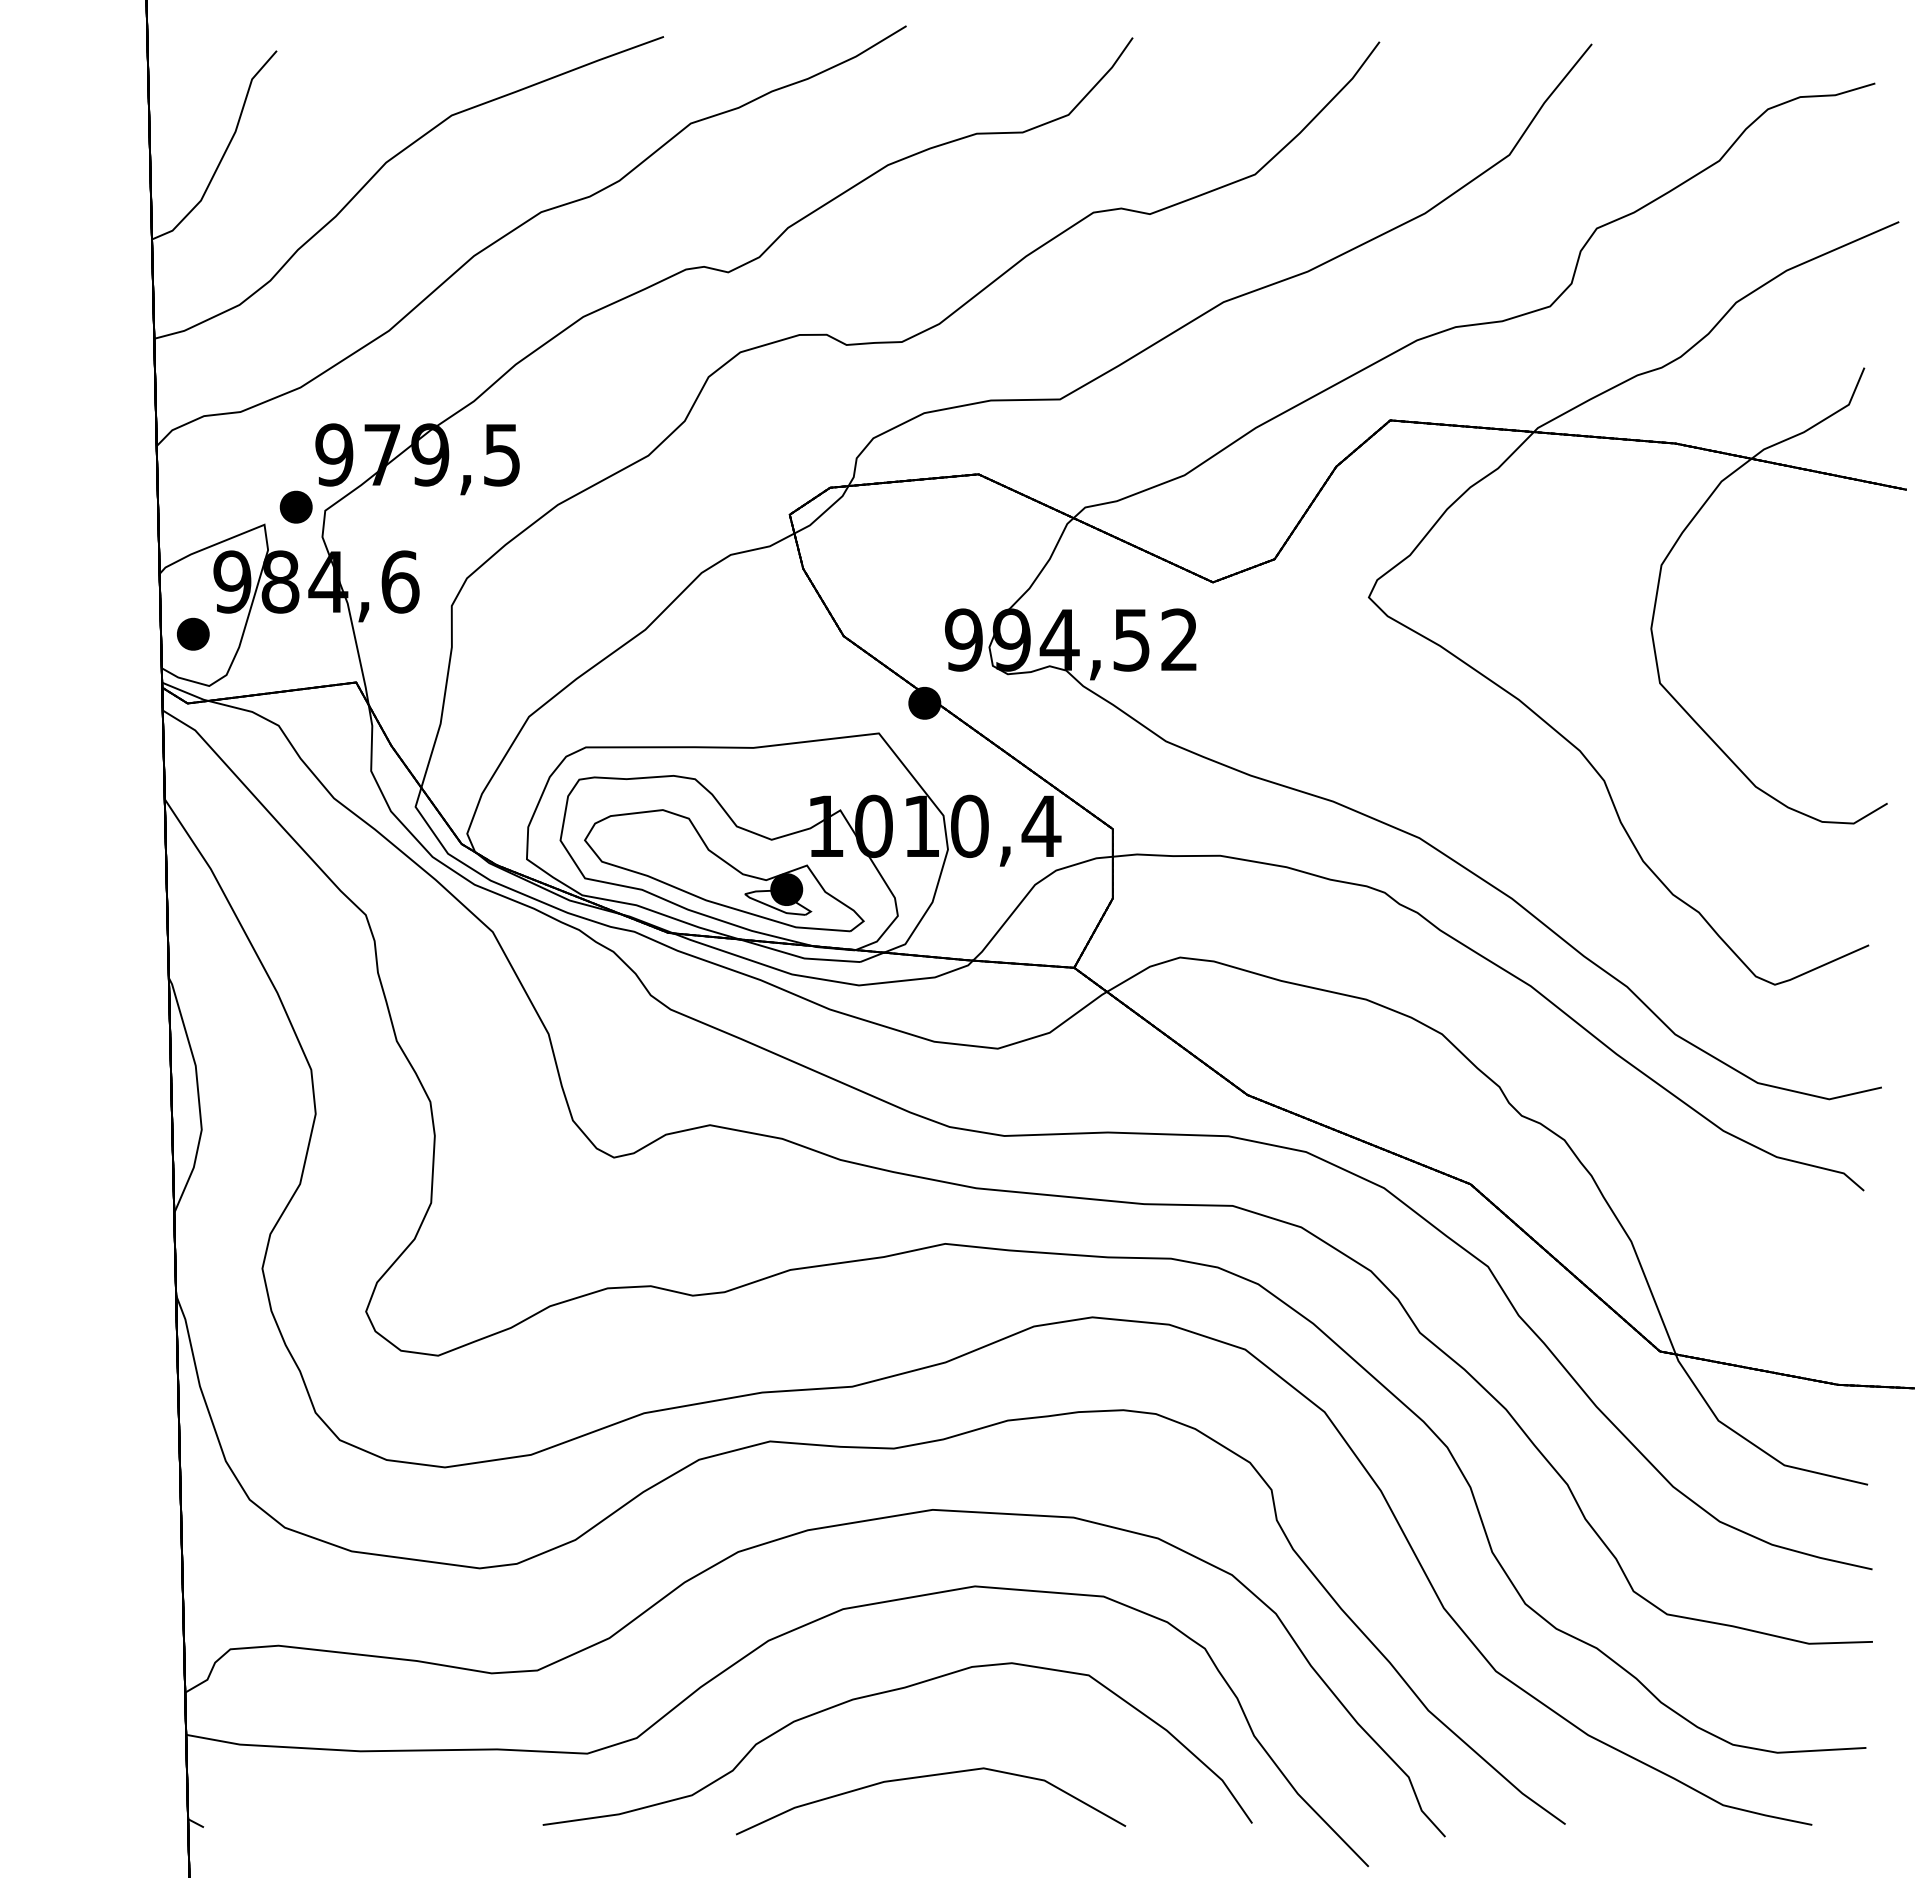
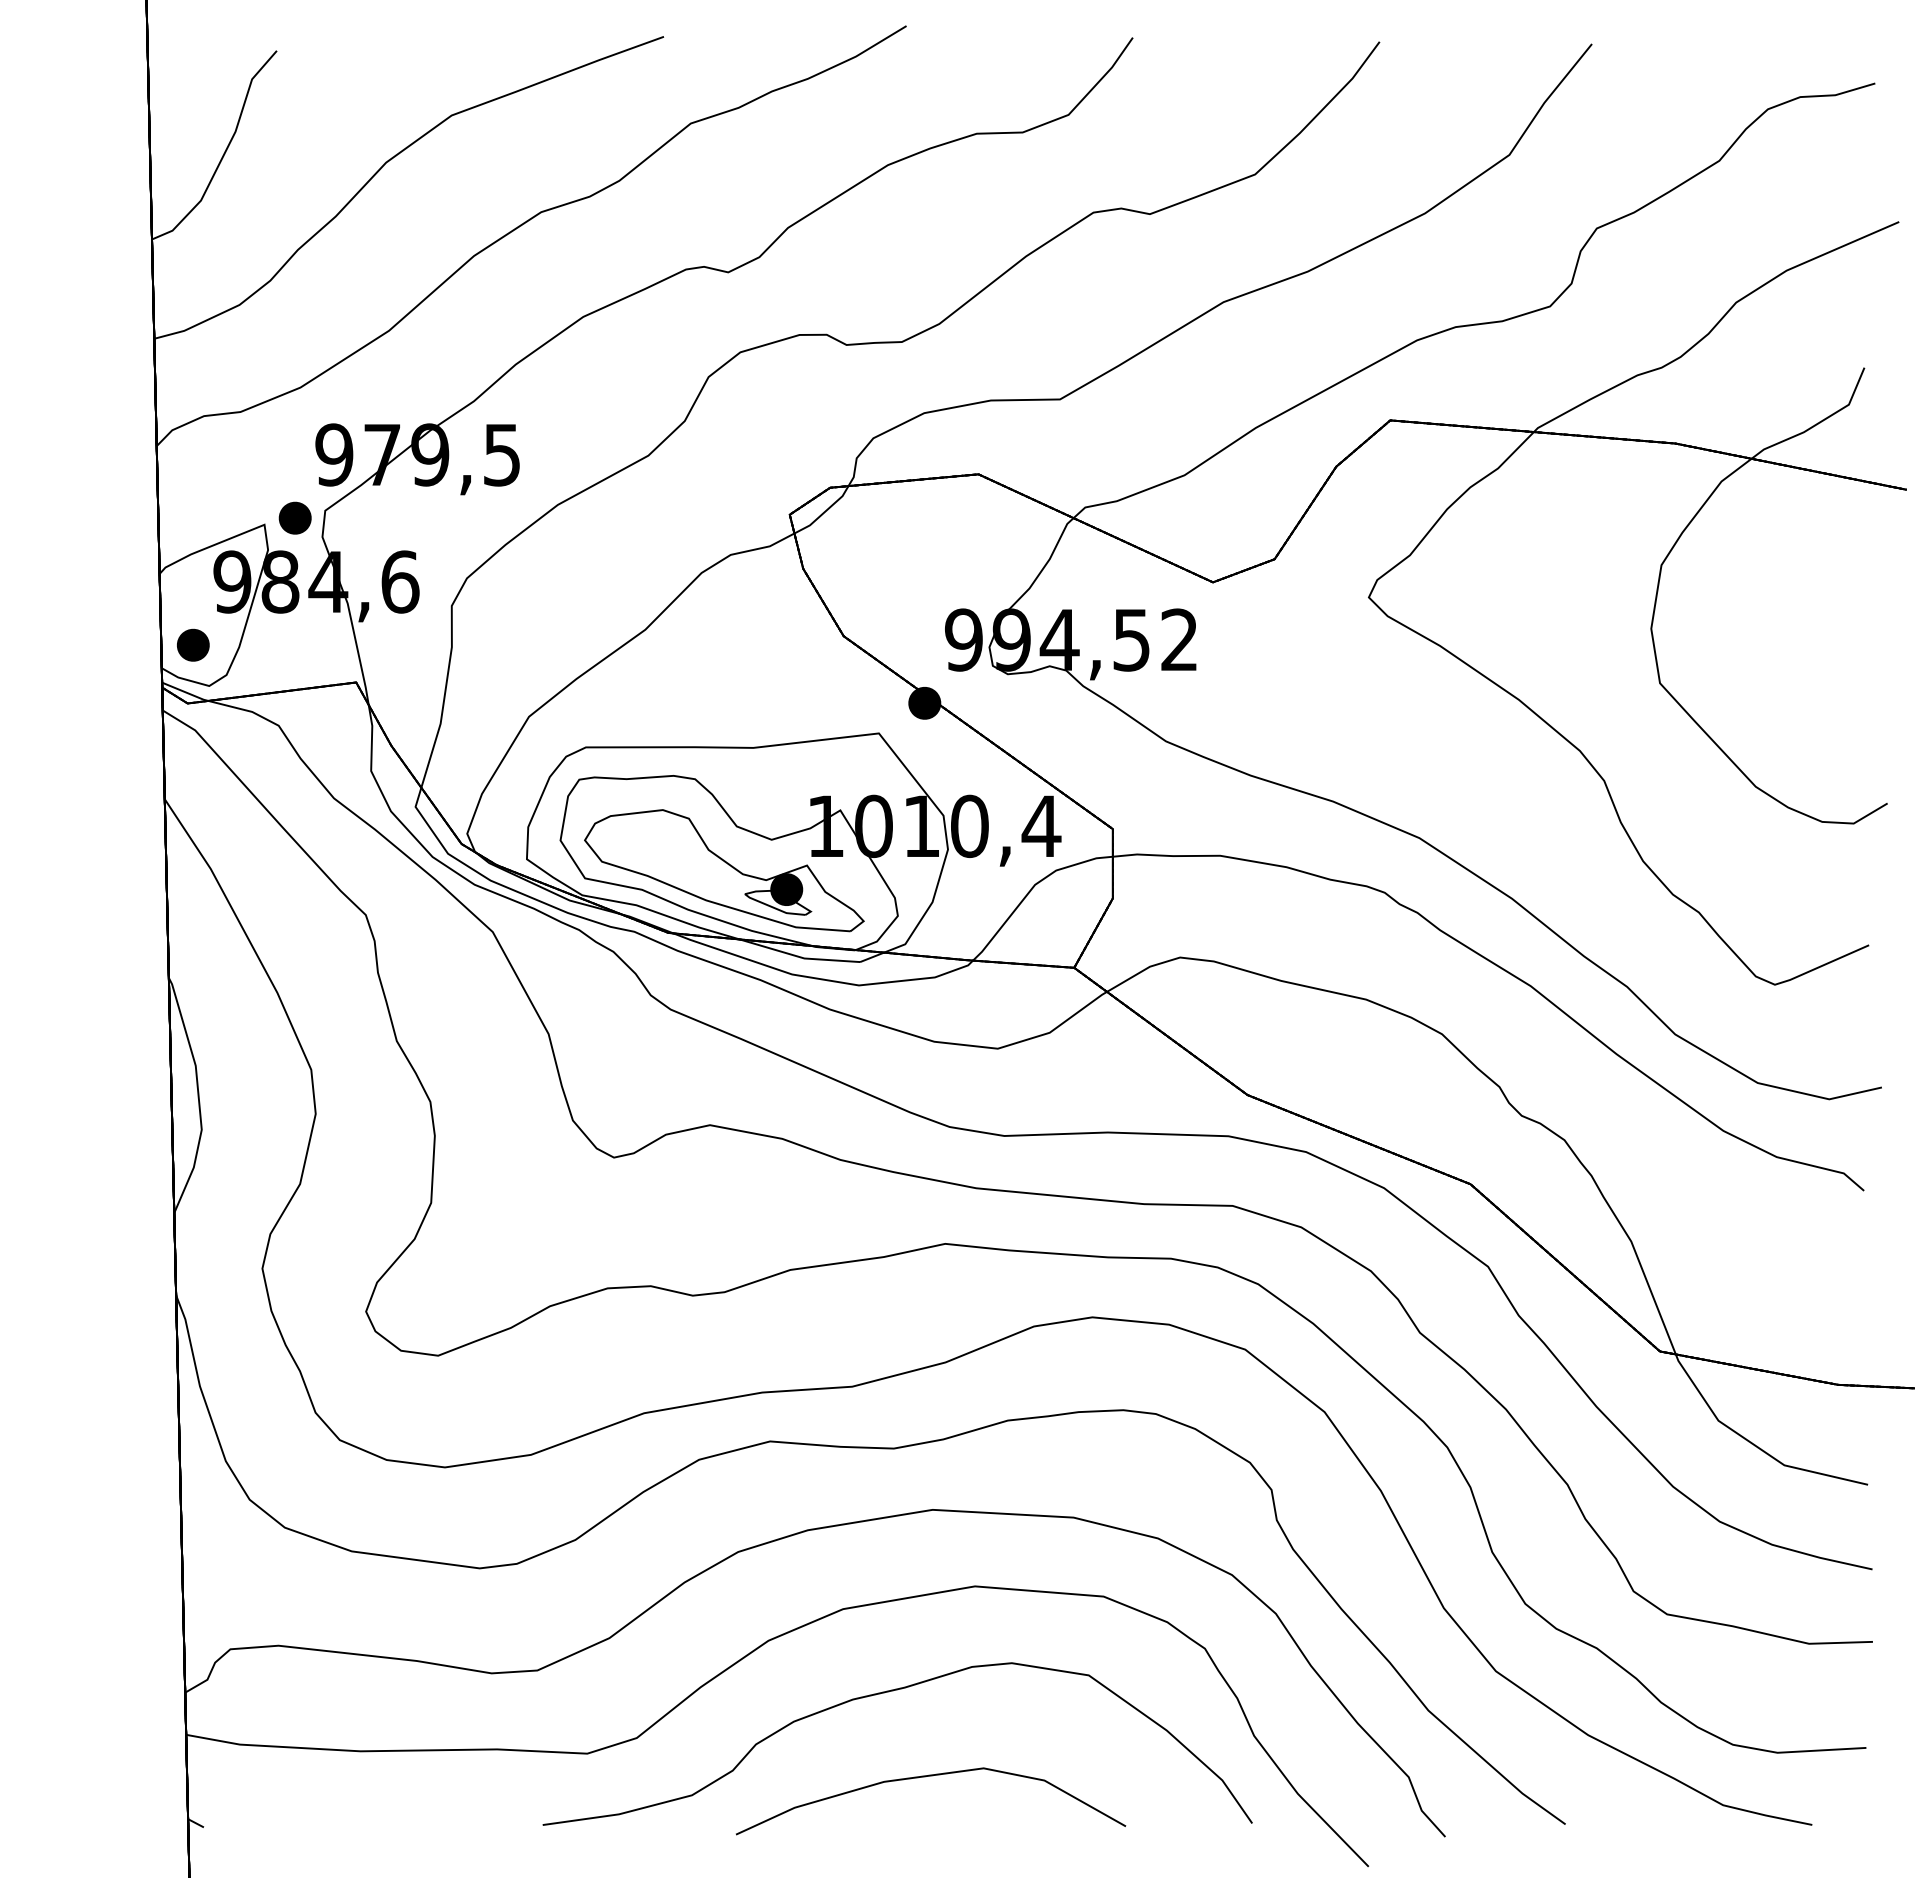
part at (295, 506) position: (295, 506) -> (294, 517)
part at (193, 633) position: (193, 633) -> (193, 644)
